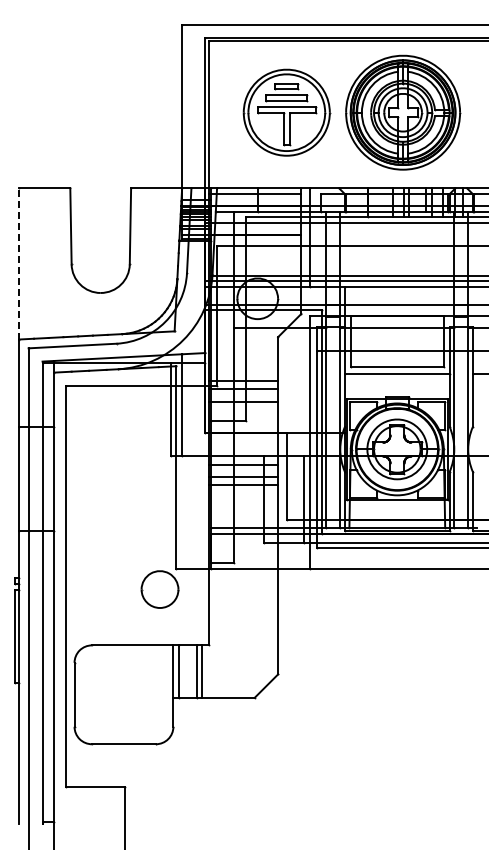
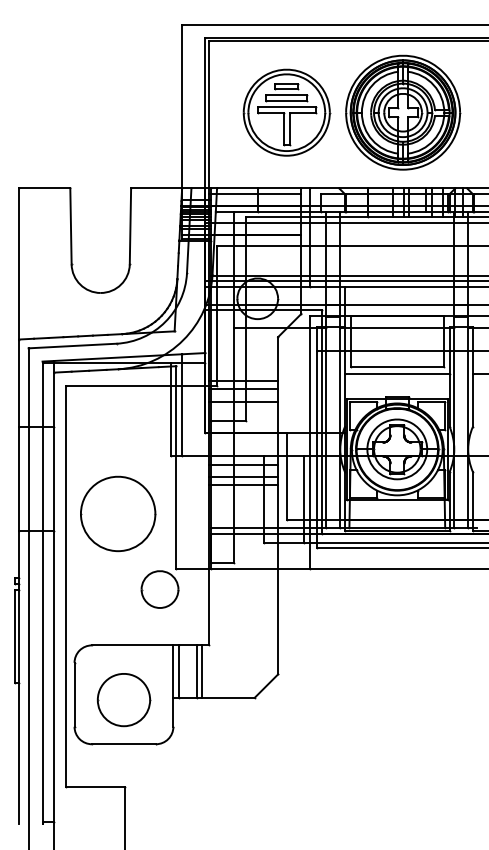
line at (19, 263): dashed -> solid
part at (118, 513): none -> present
part at (123, 700): none -> present
